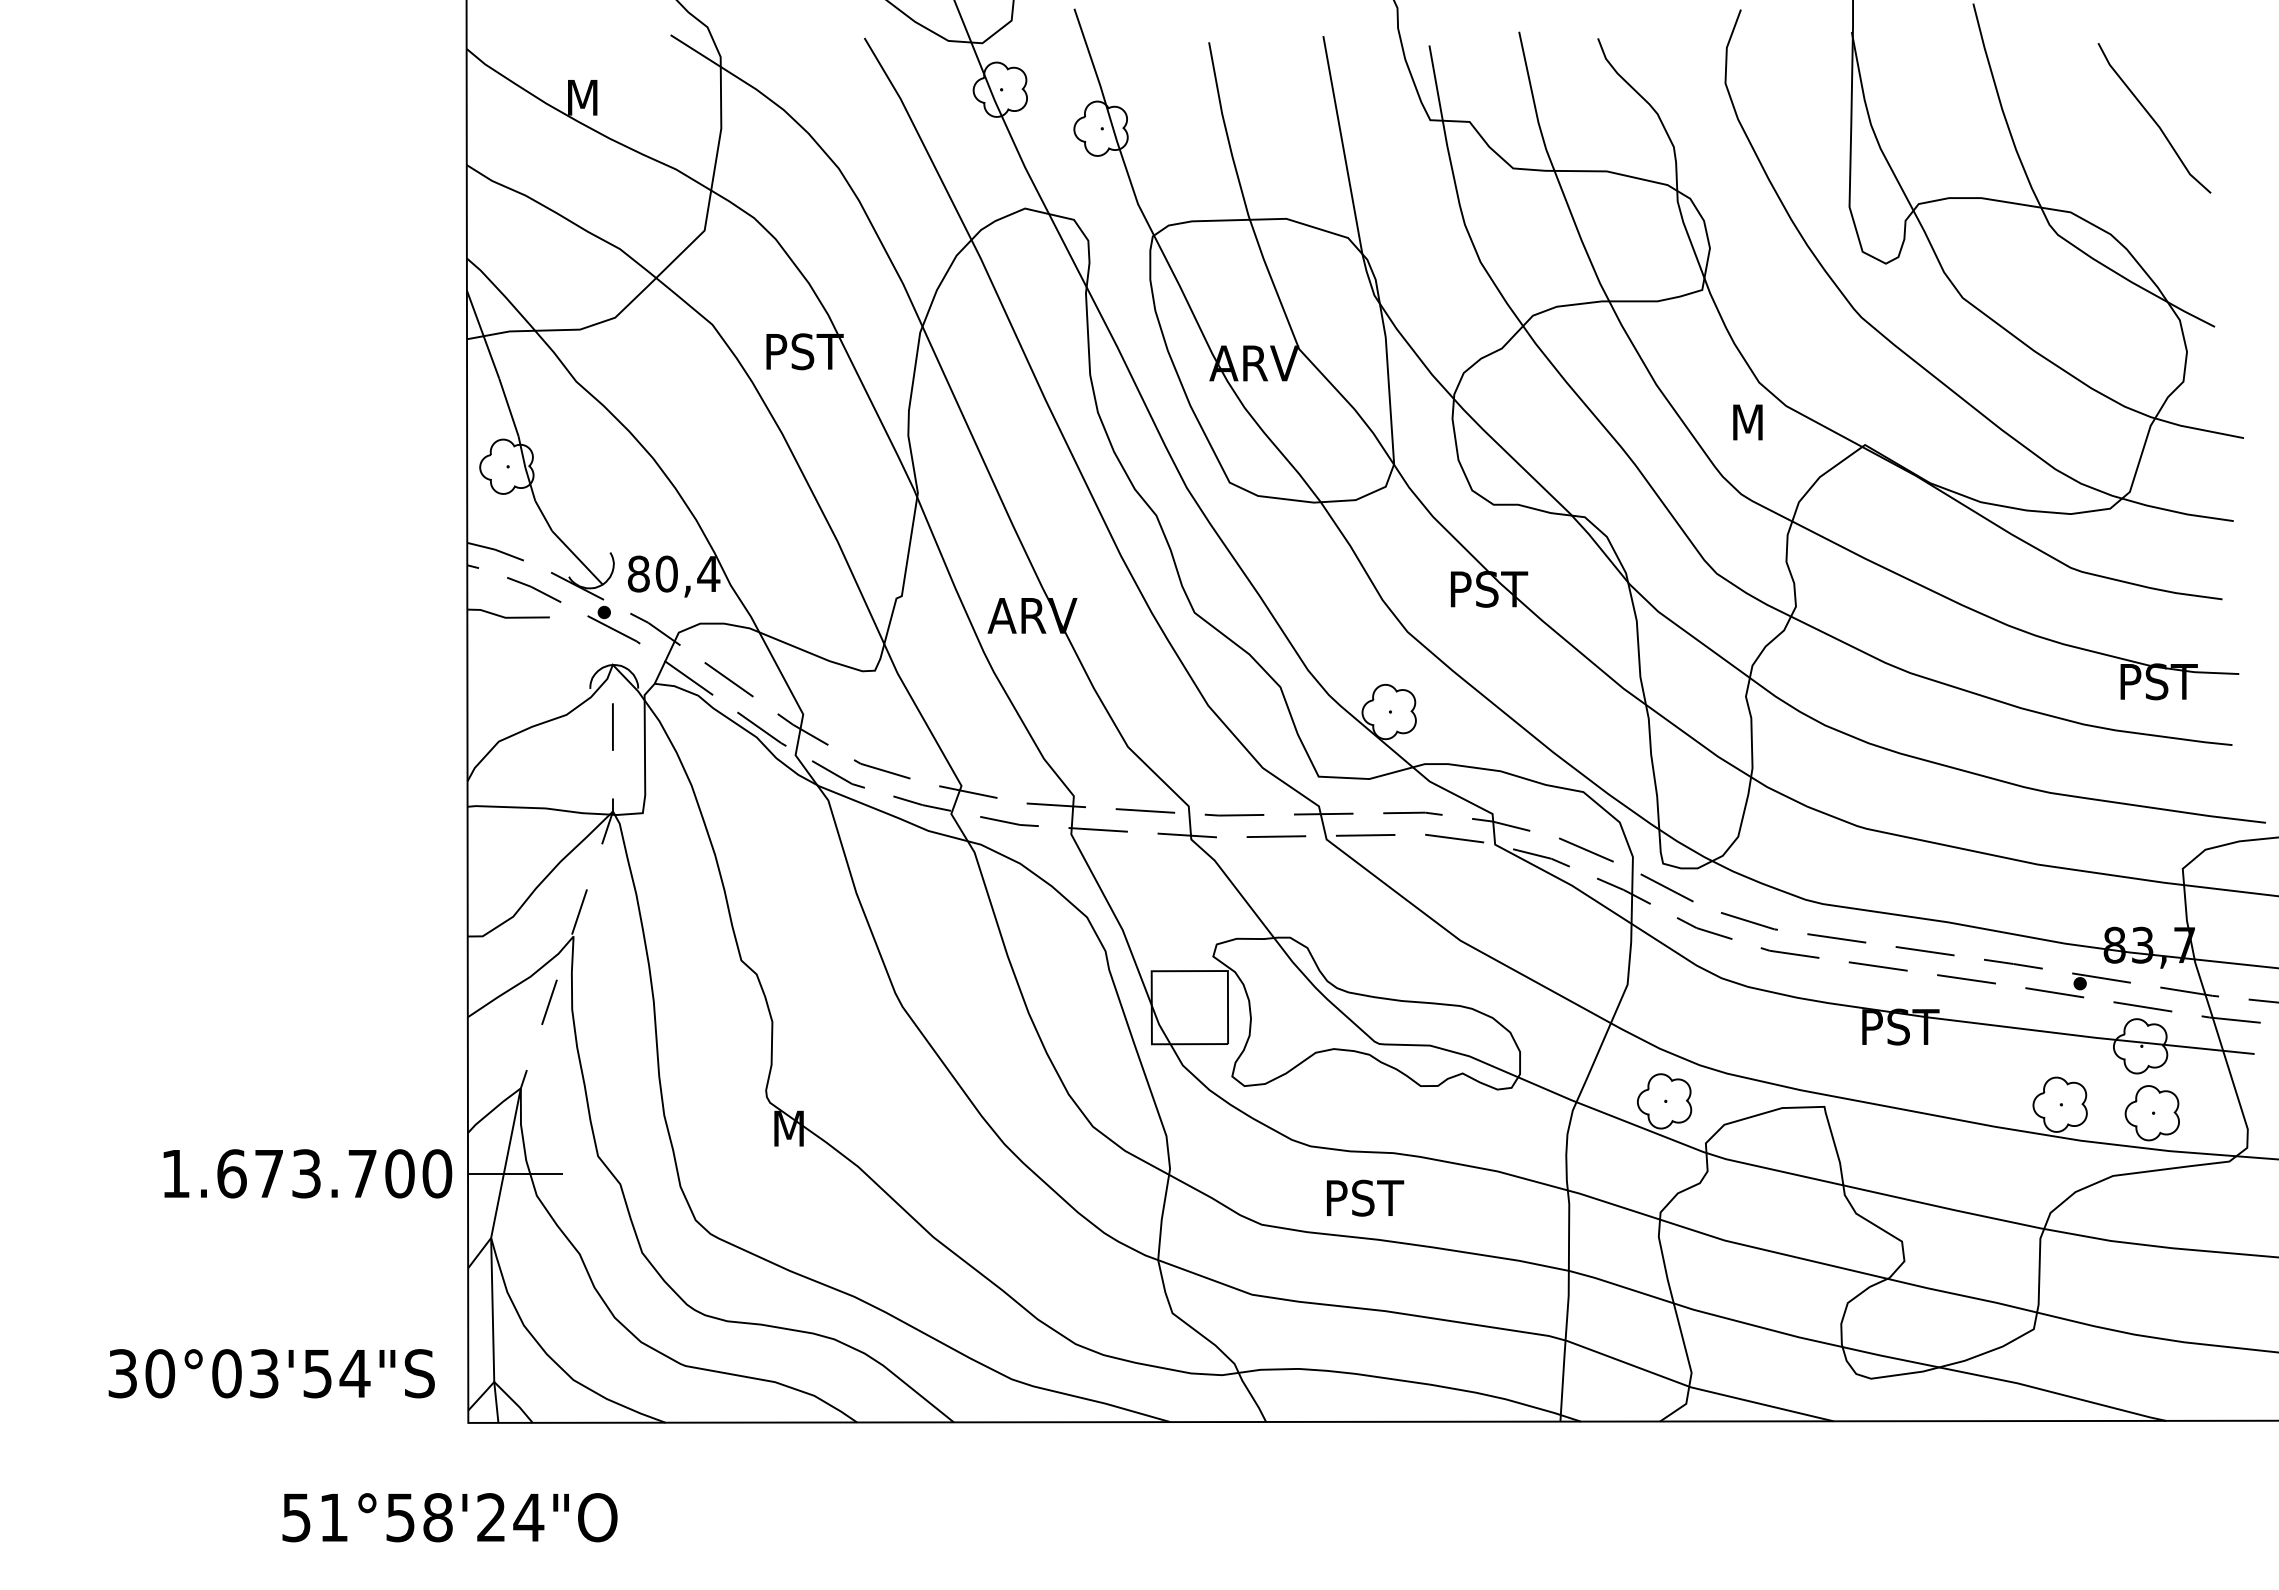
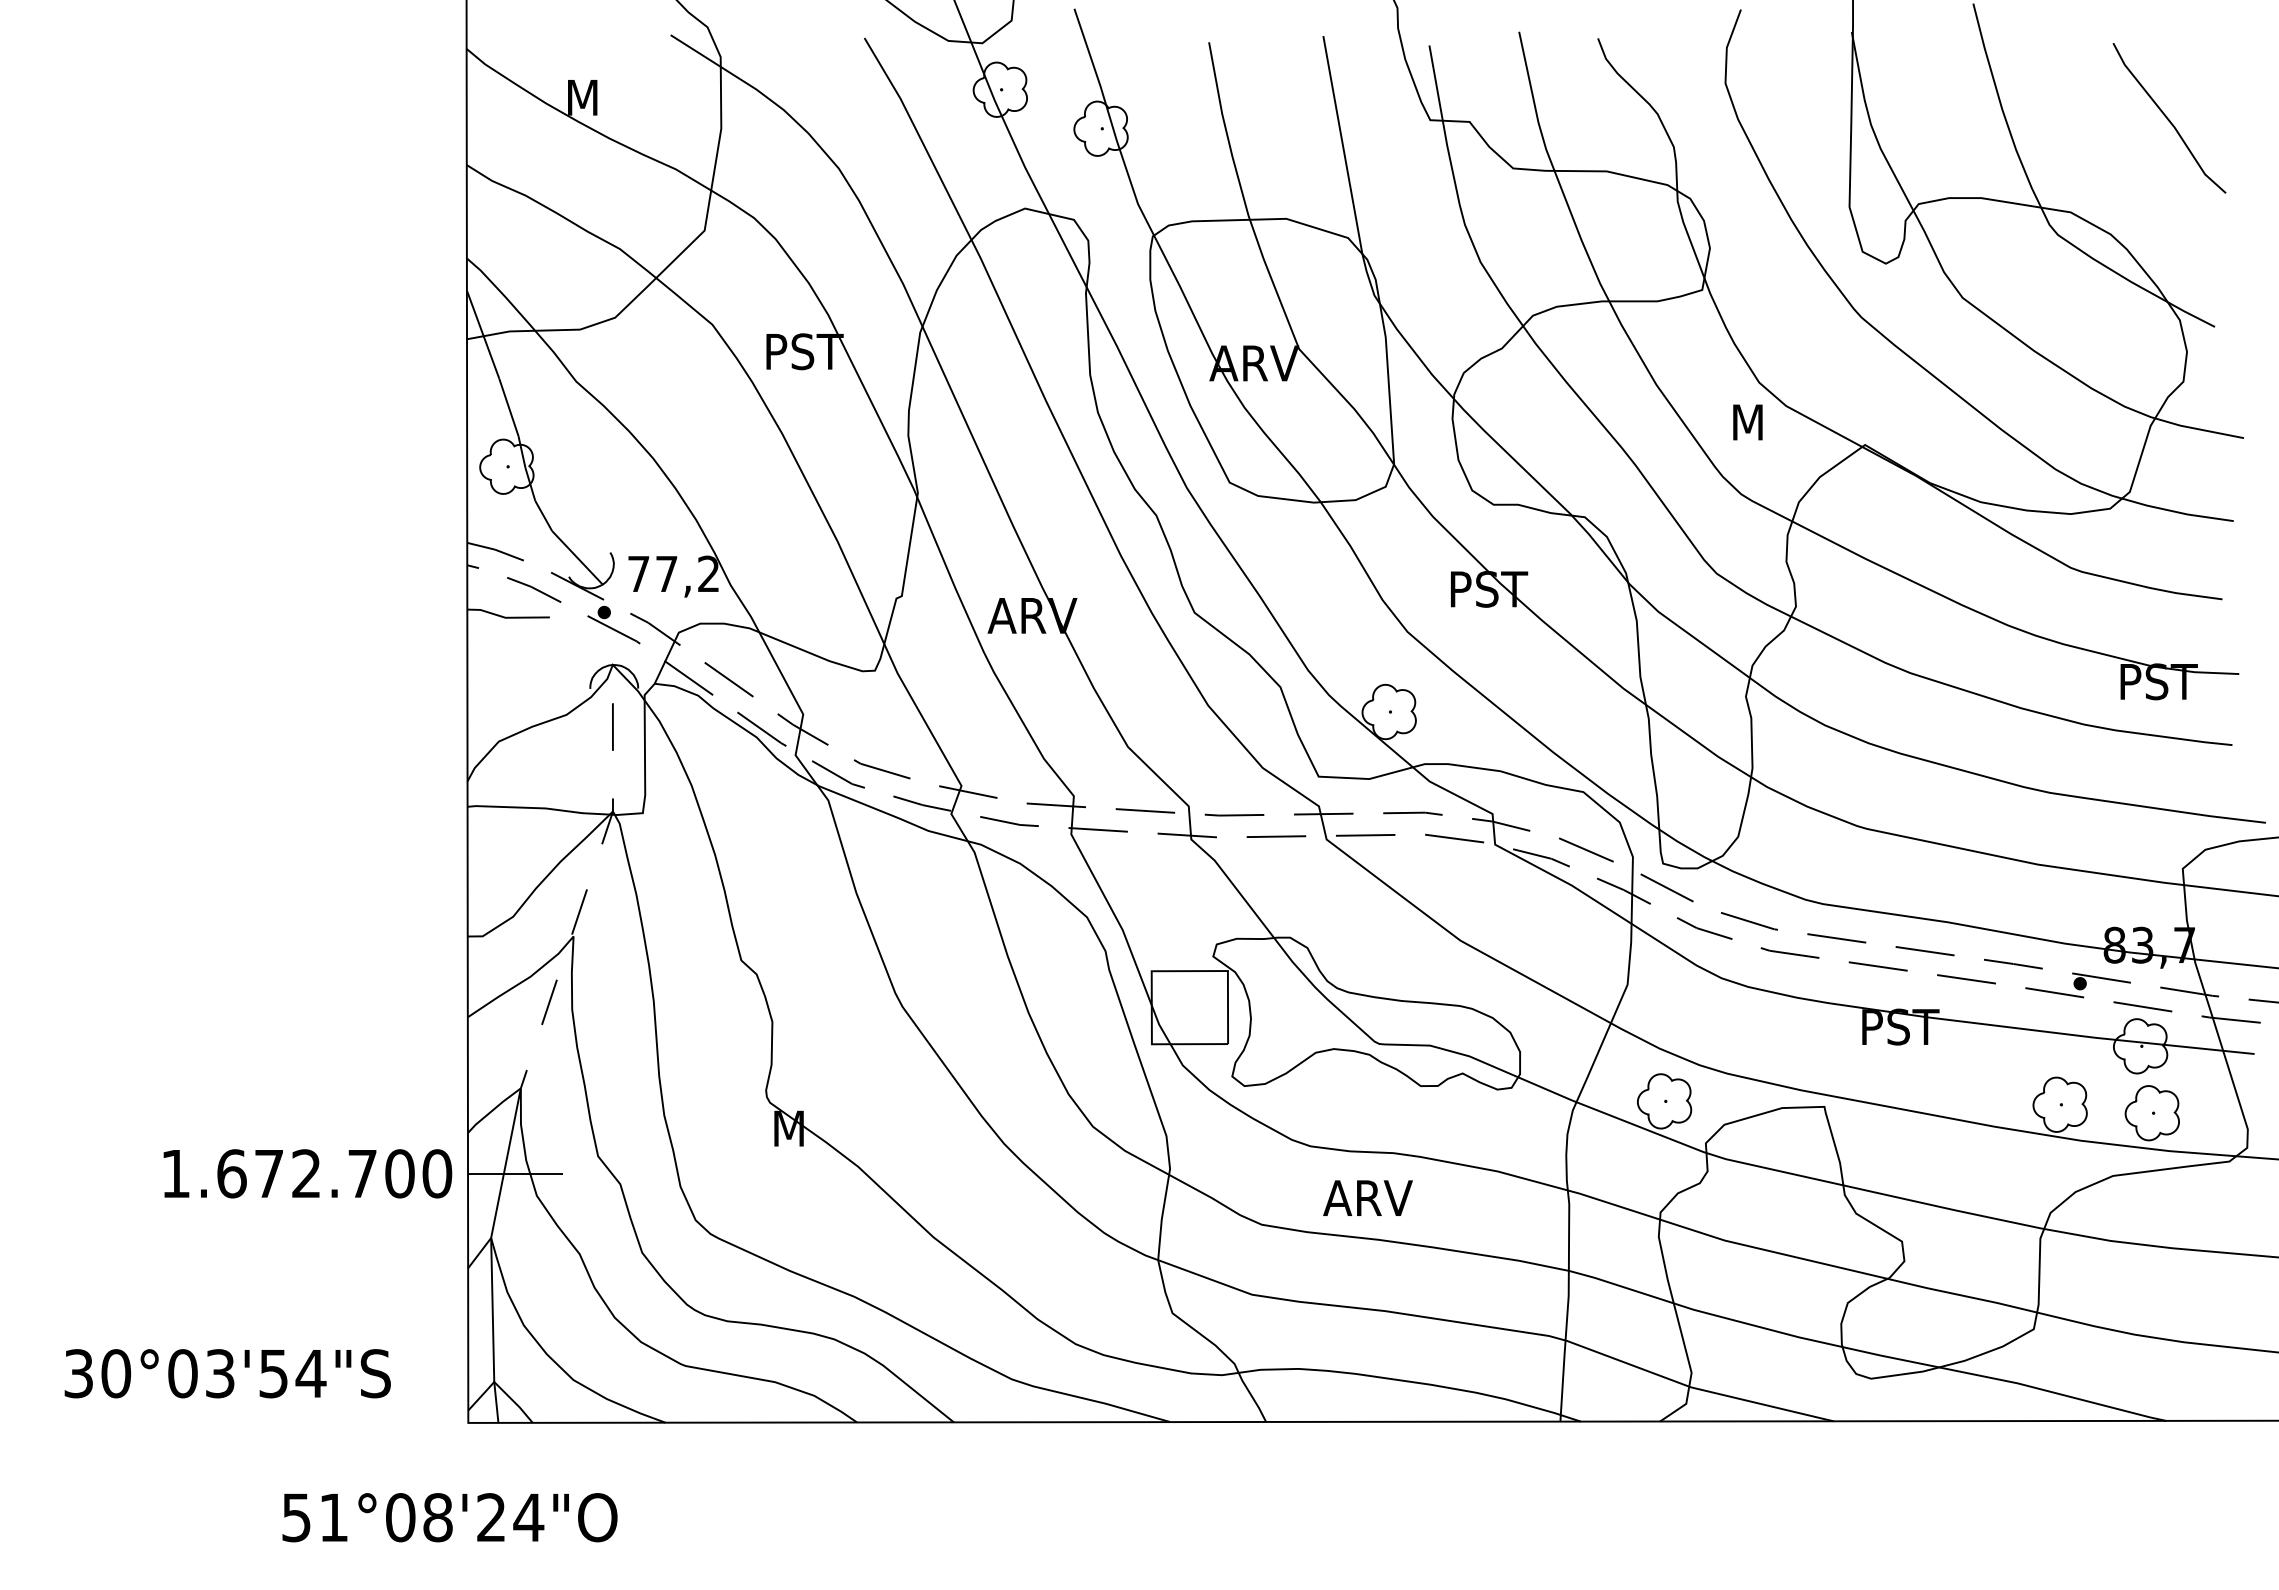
line at (2153, 118) position: (2153, 118) -> (2168, 118)
text at (674, 573): 80,4 -> 77,2
text at (306, 1173): 1.673.700 -> 1.672.700
text at (1367, 1197): PST -> ARV
text at (271, 1373) position: (271, 1373) -> (227, 1373)
text at (400, 1517): 51°58'24"O -> 51°08'24"O
